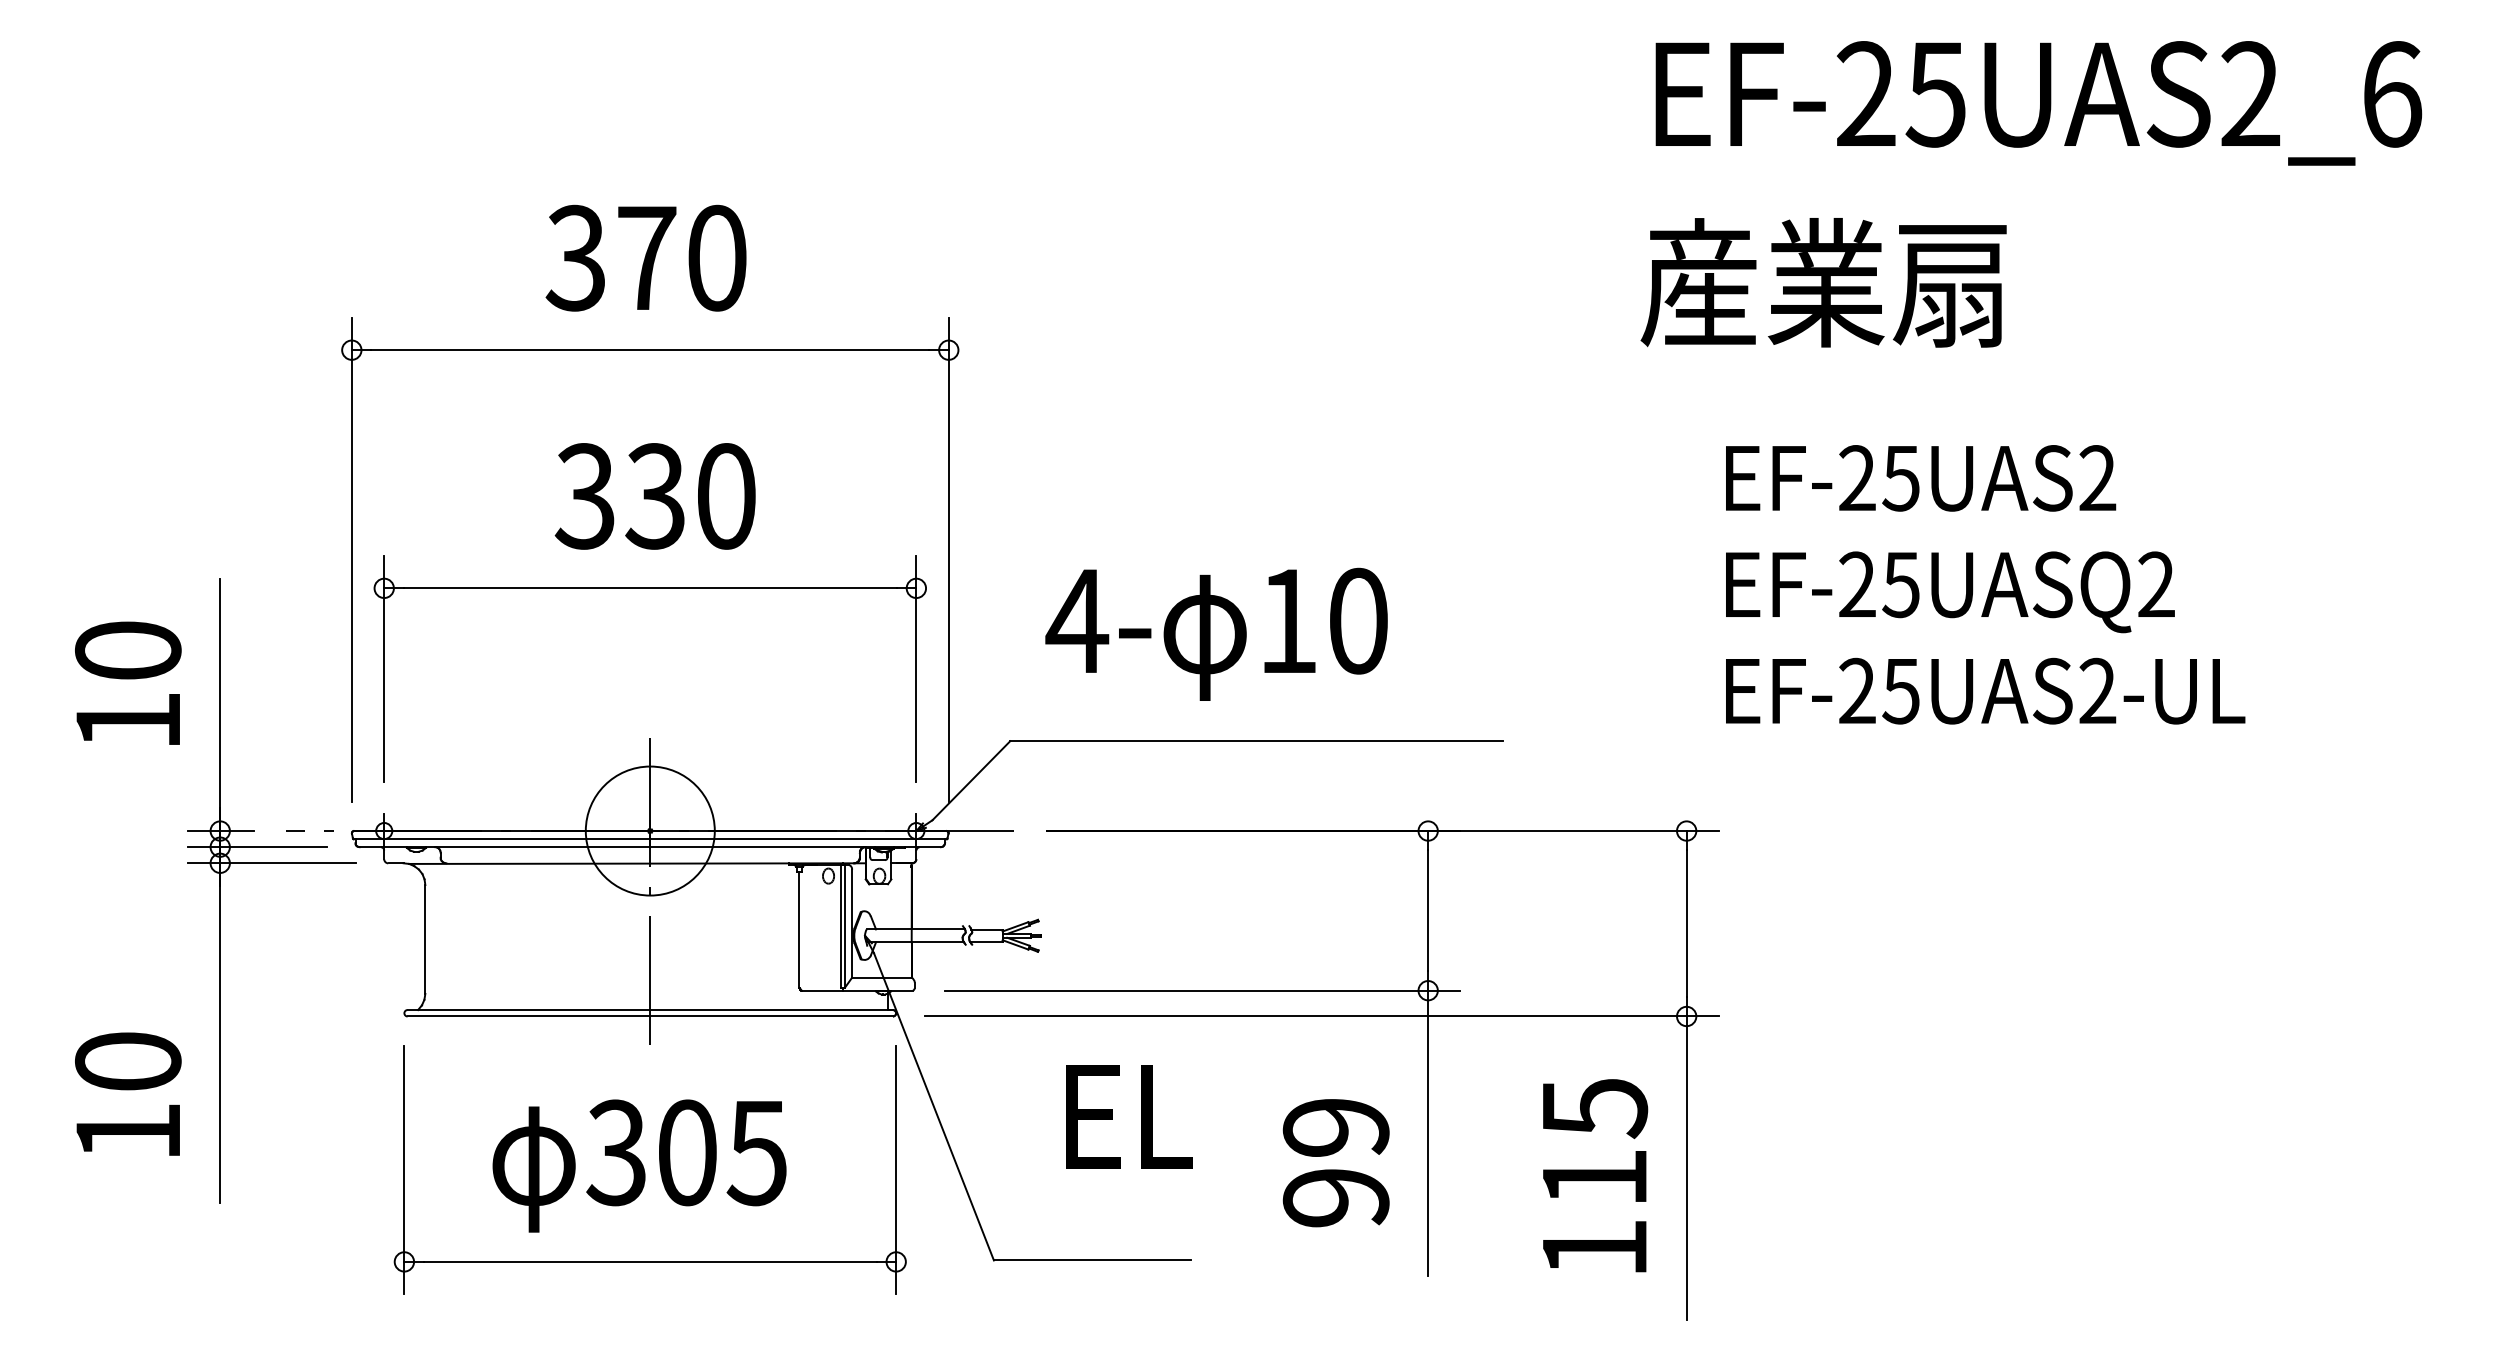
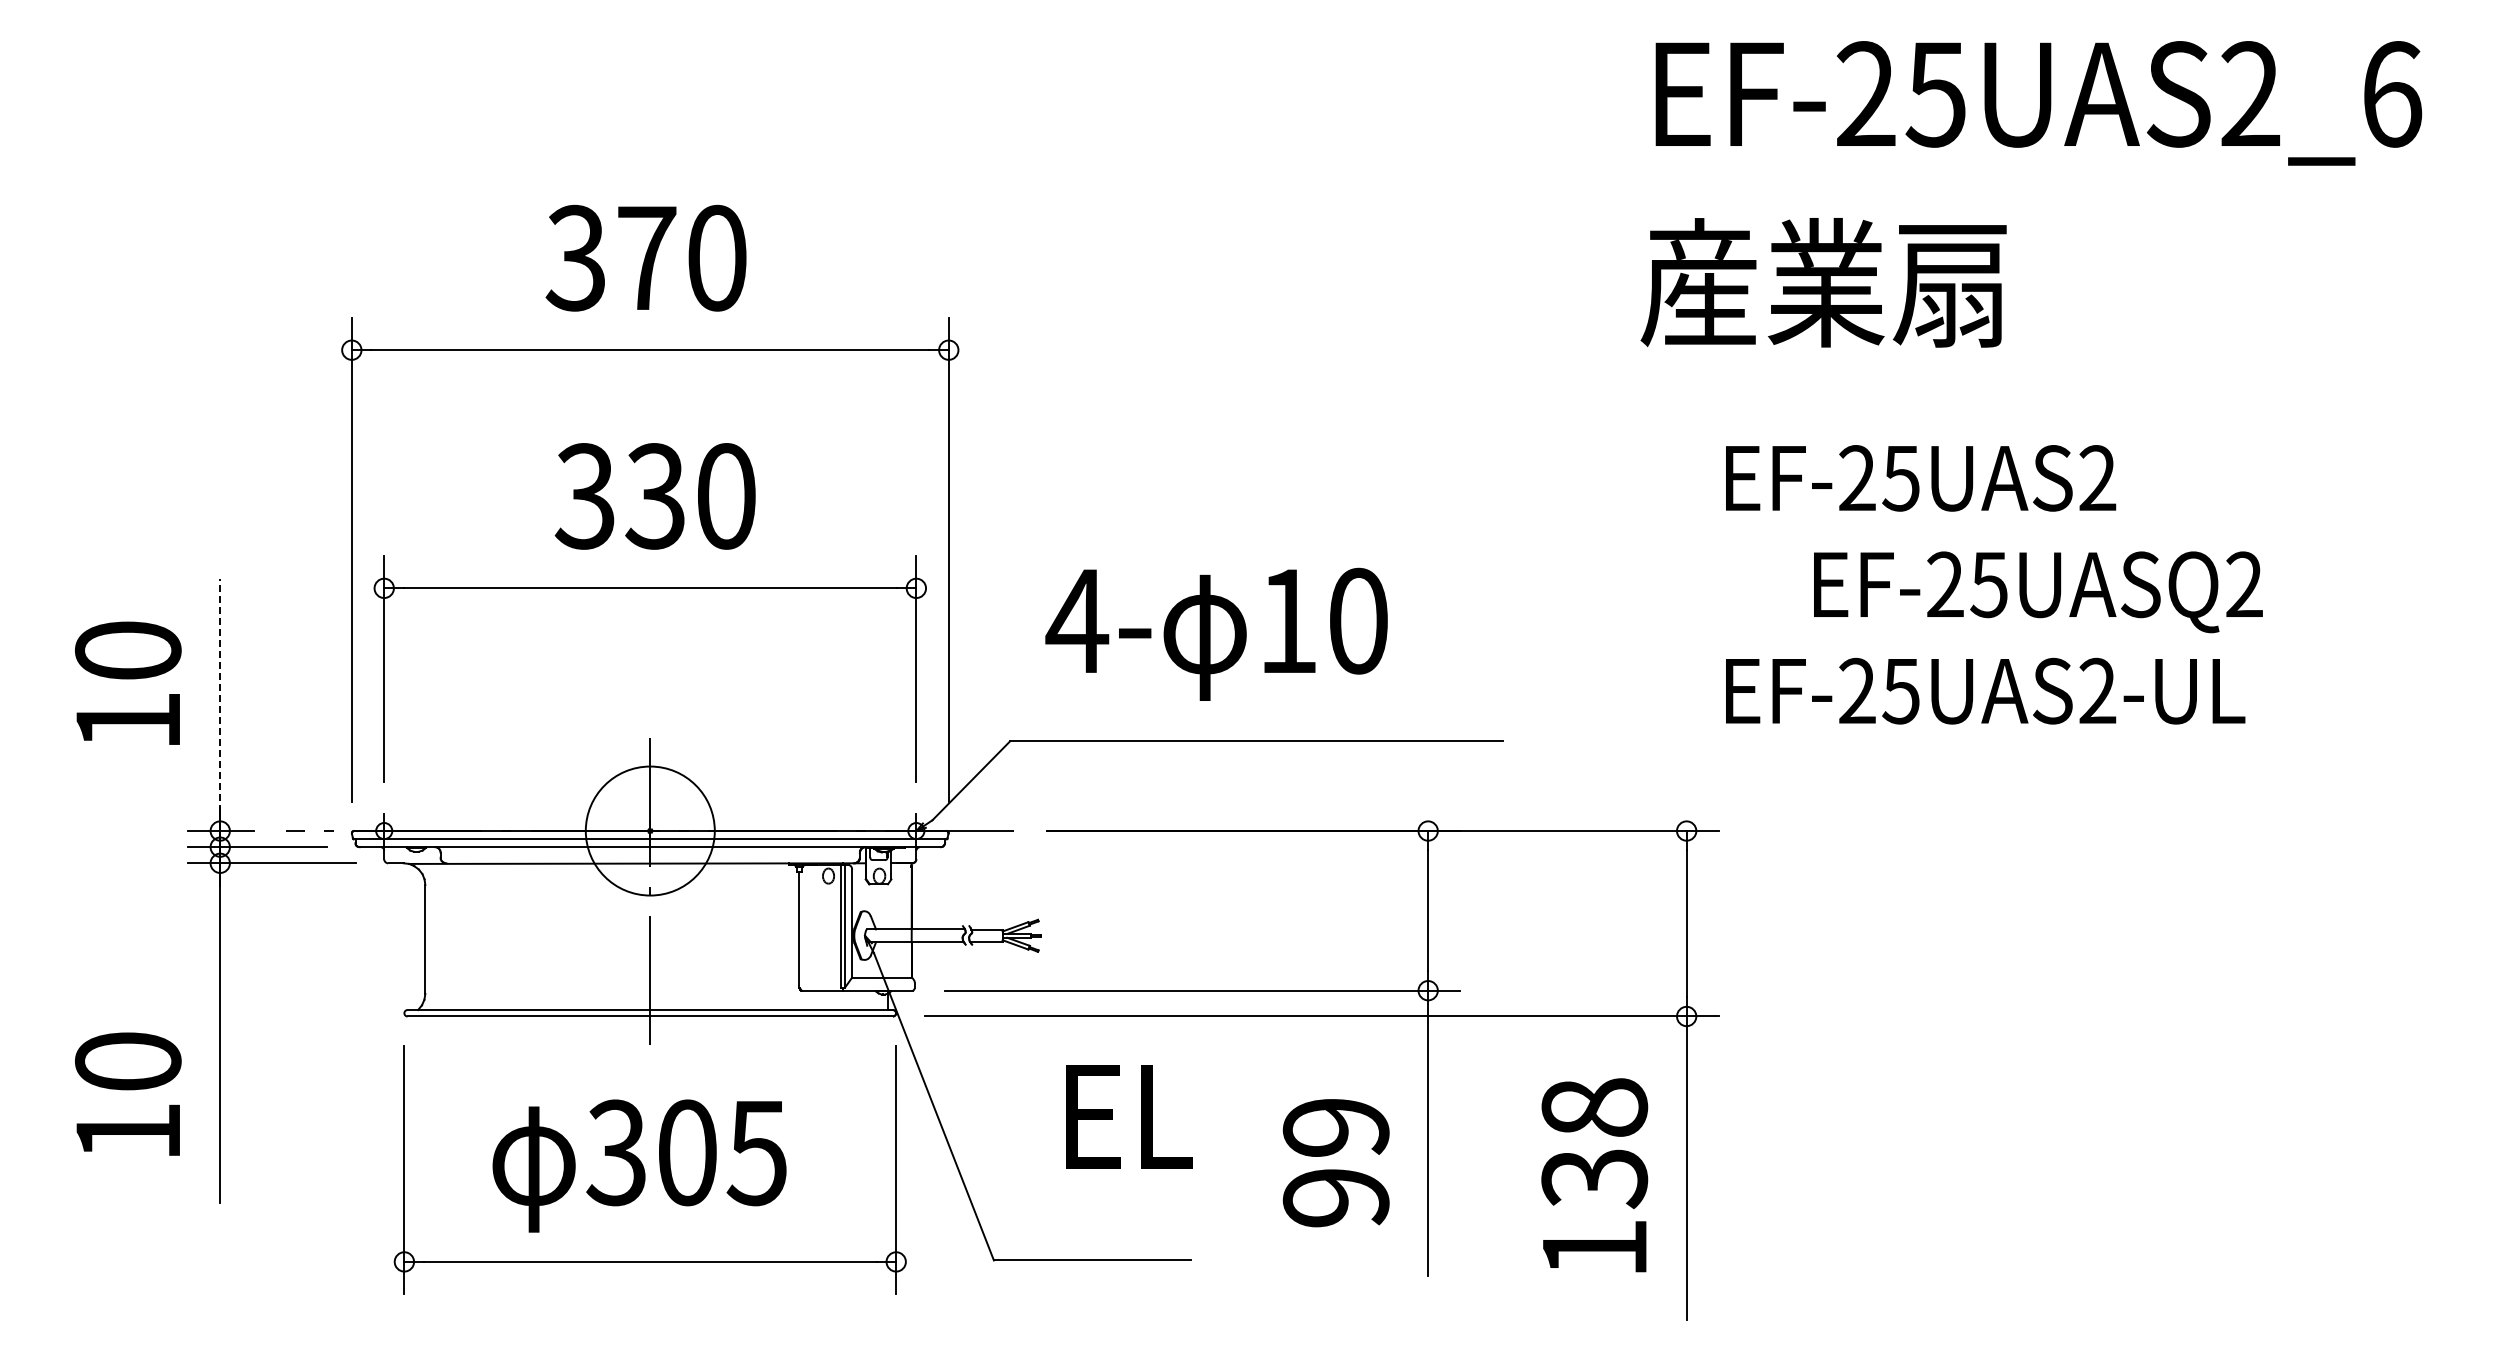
text at (1950, 592) position: (1950, 592) -> (2038, 592)
line at (220, 694): solid -> dashed
text at (1594, 1143): 115 -> 138
